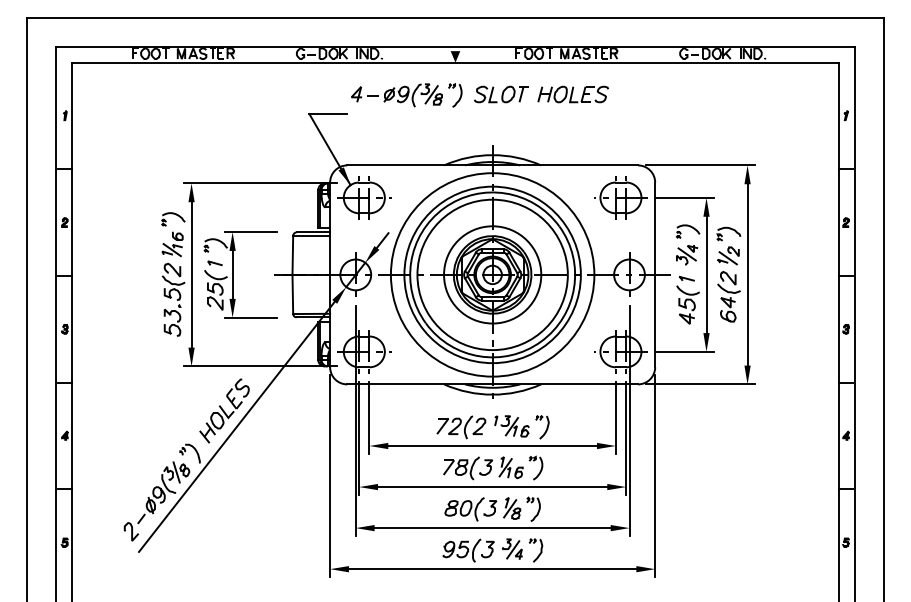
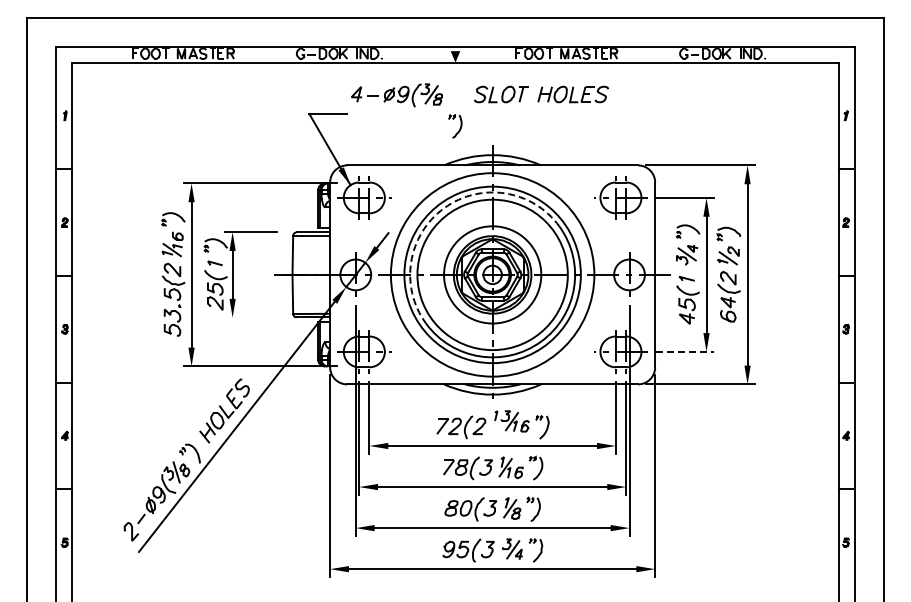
part at (455, 95) position: (455, 95) -> (455, 126)
arc at (444, 208): solid -> dashed
line at (251, 317): present -> none
line at (685, 351): solid -> dashed
part at (511, 426) position: (511, 426) -> (511, 421)
